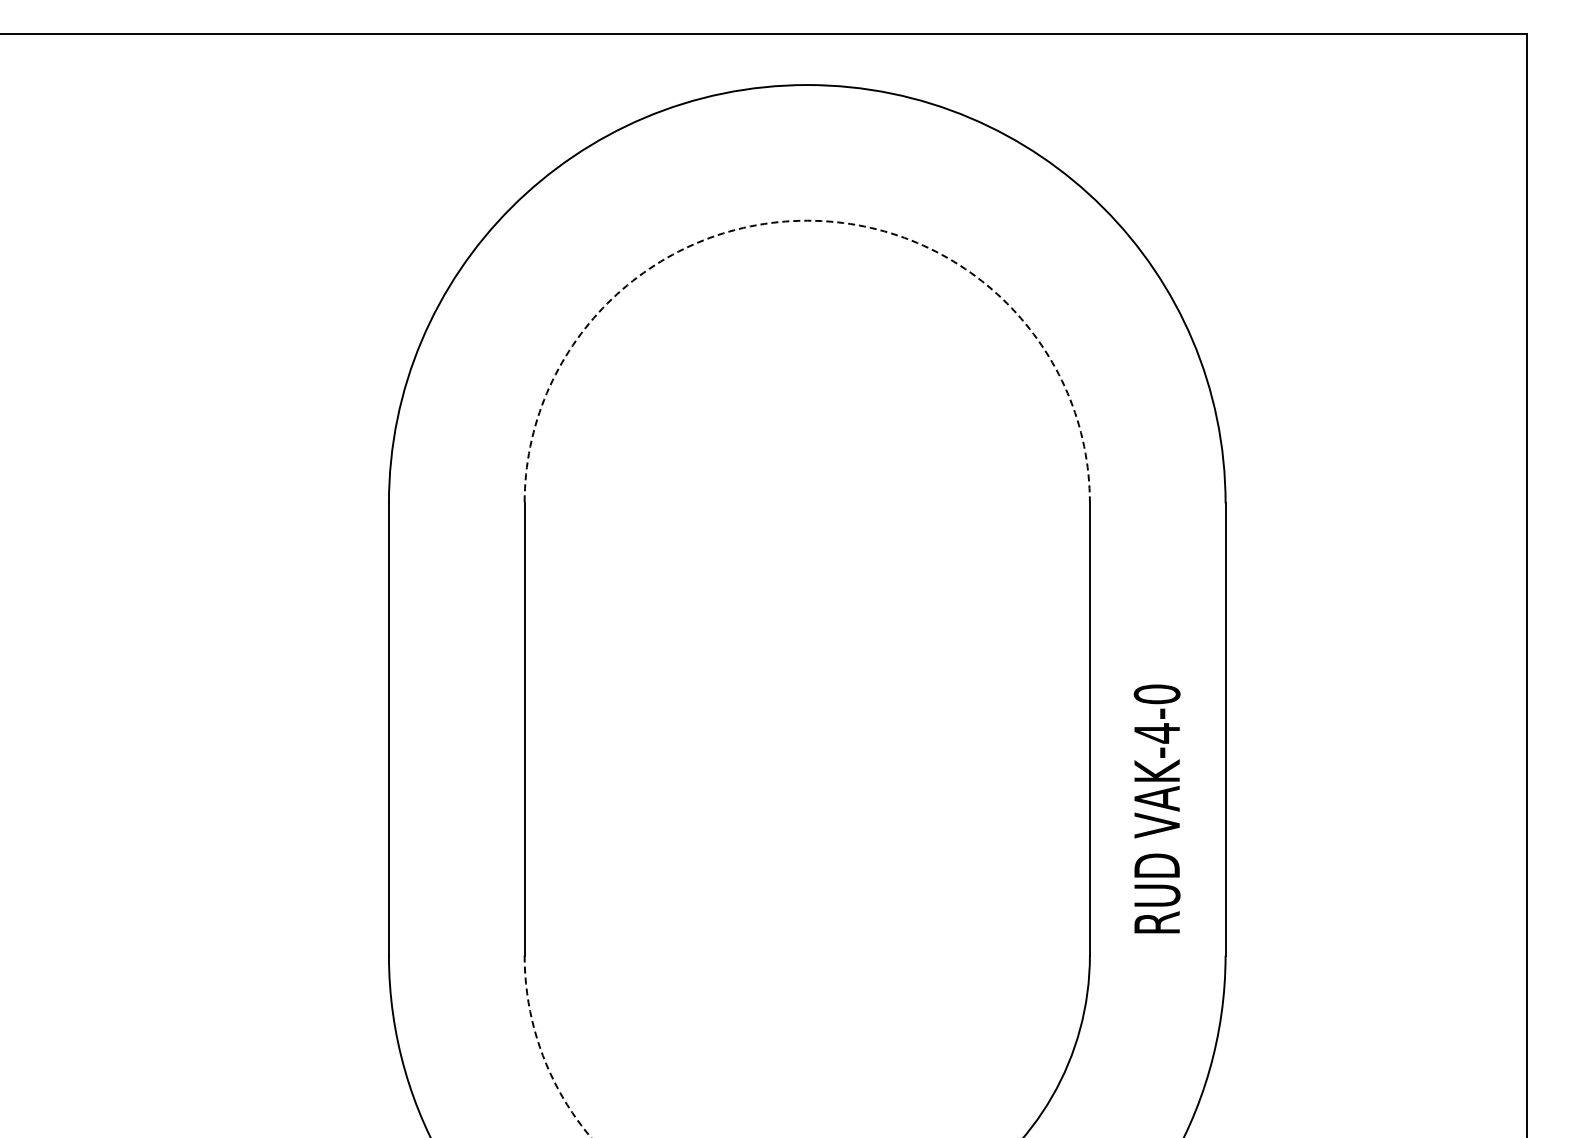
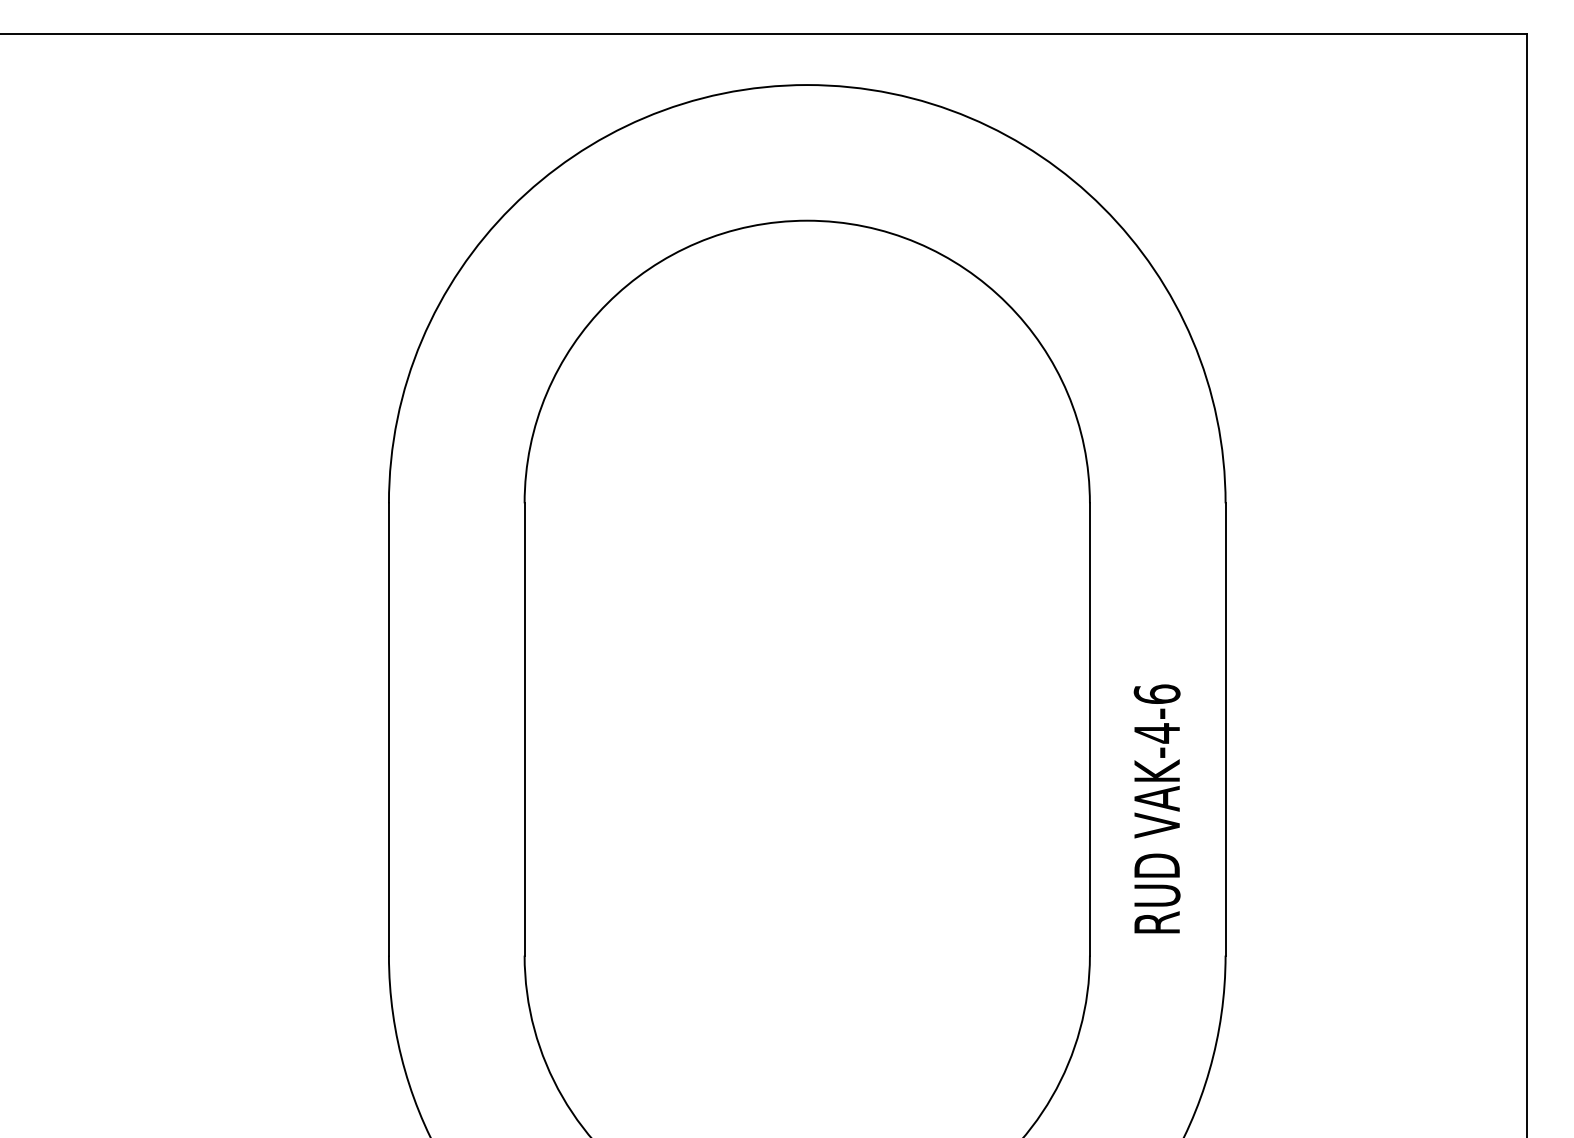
arc at (807, 220): dashed -> solid
text at (1156, 694): VAK-4-0 -> VAK-4-6
arc at (542, 1053): dashed -> solid
